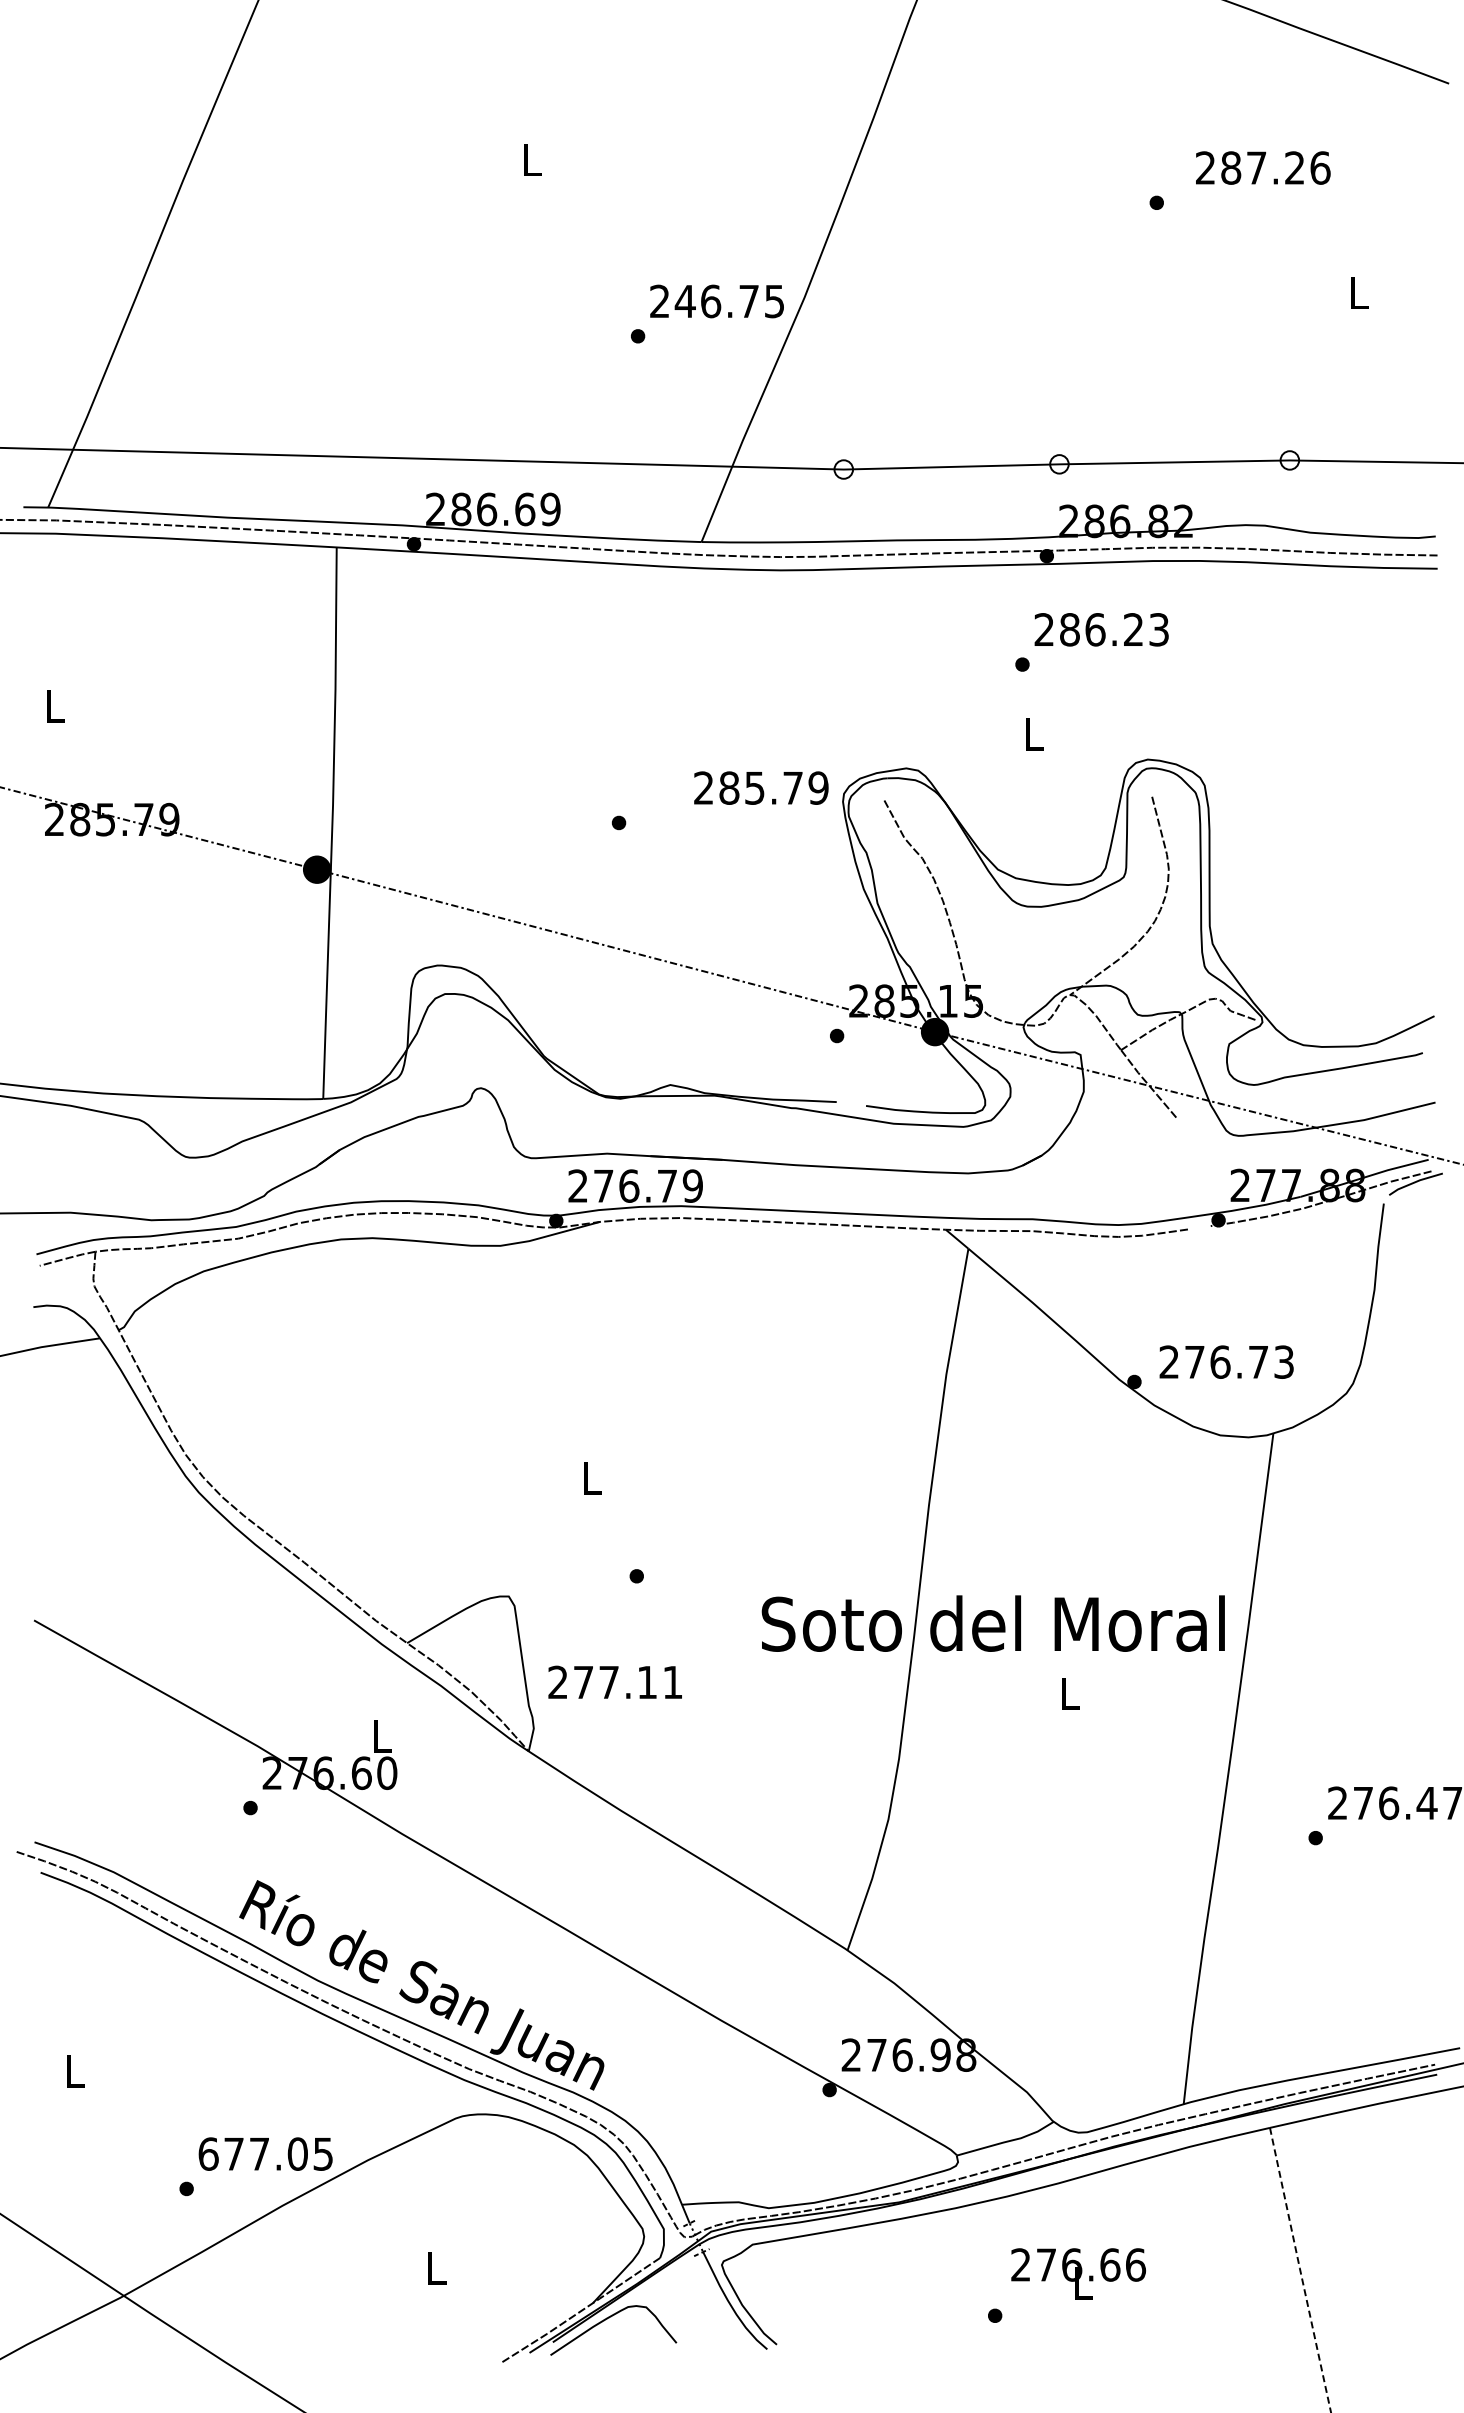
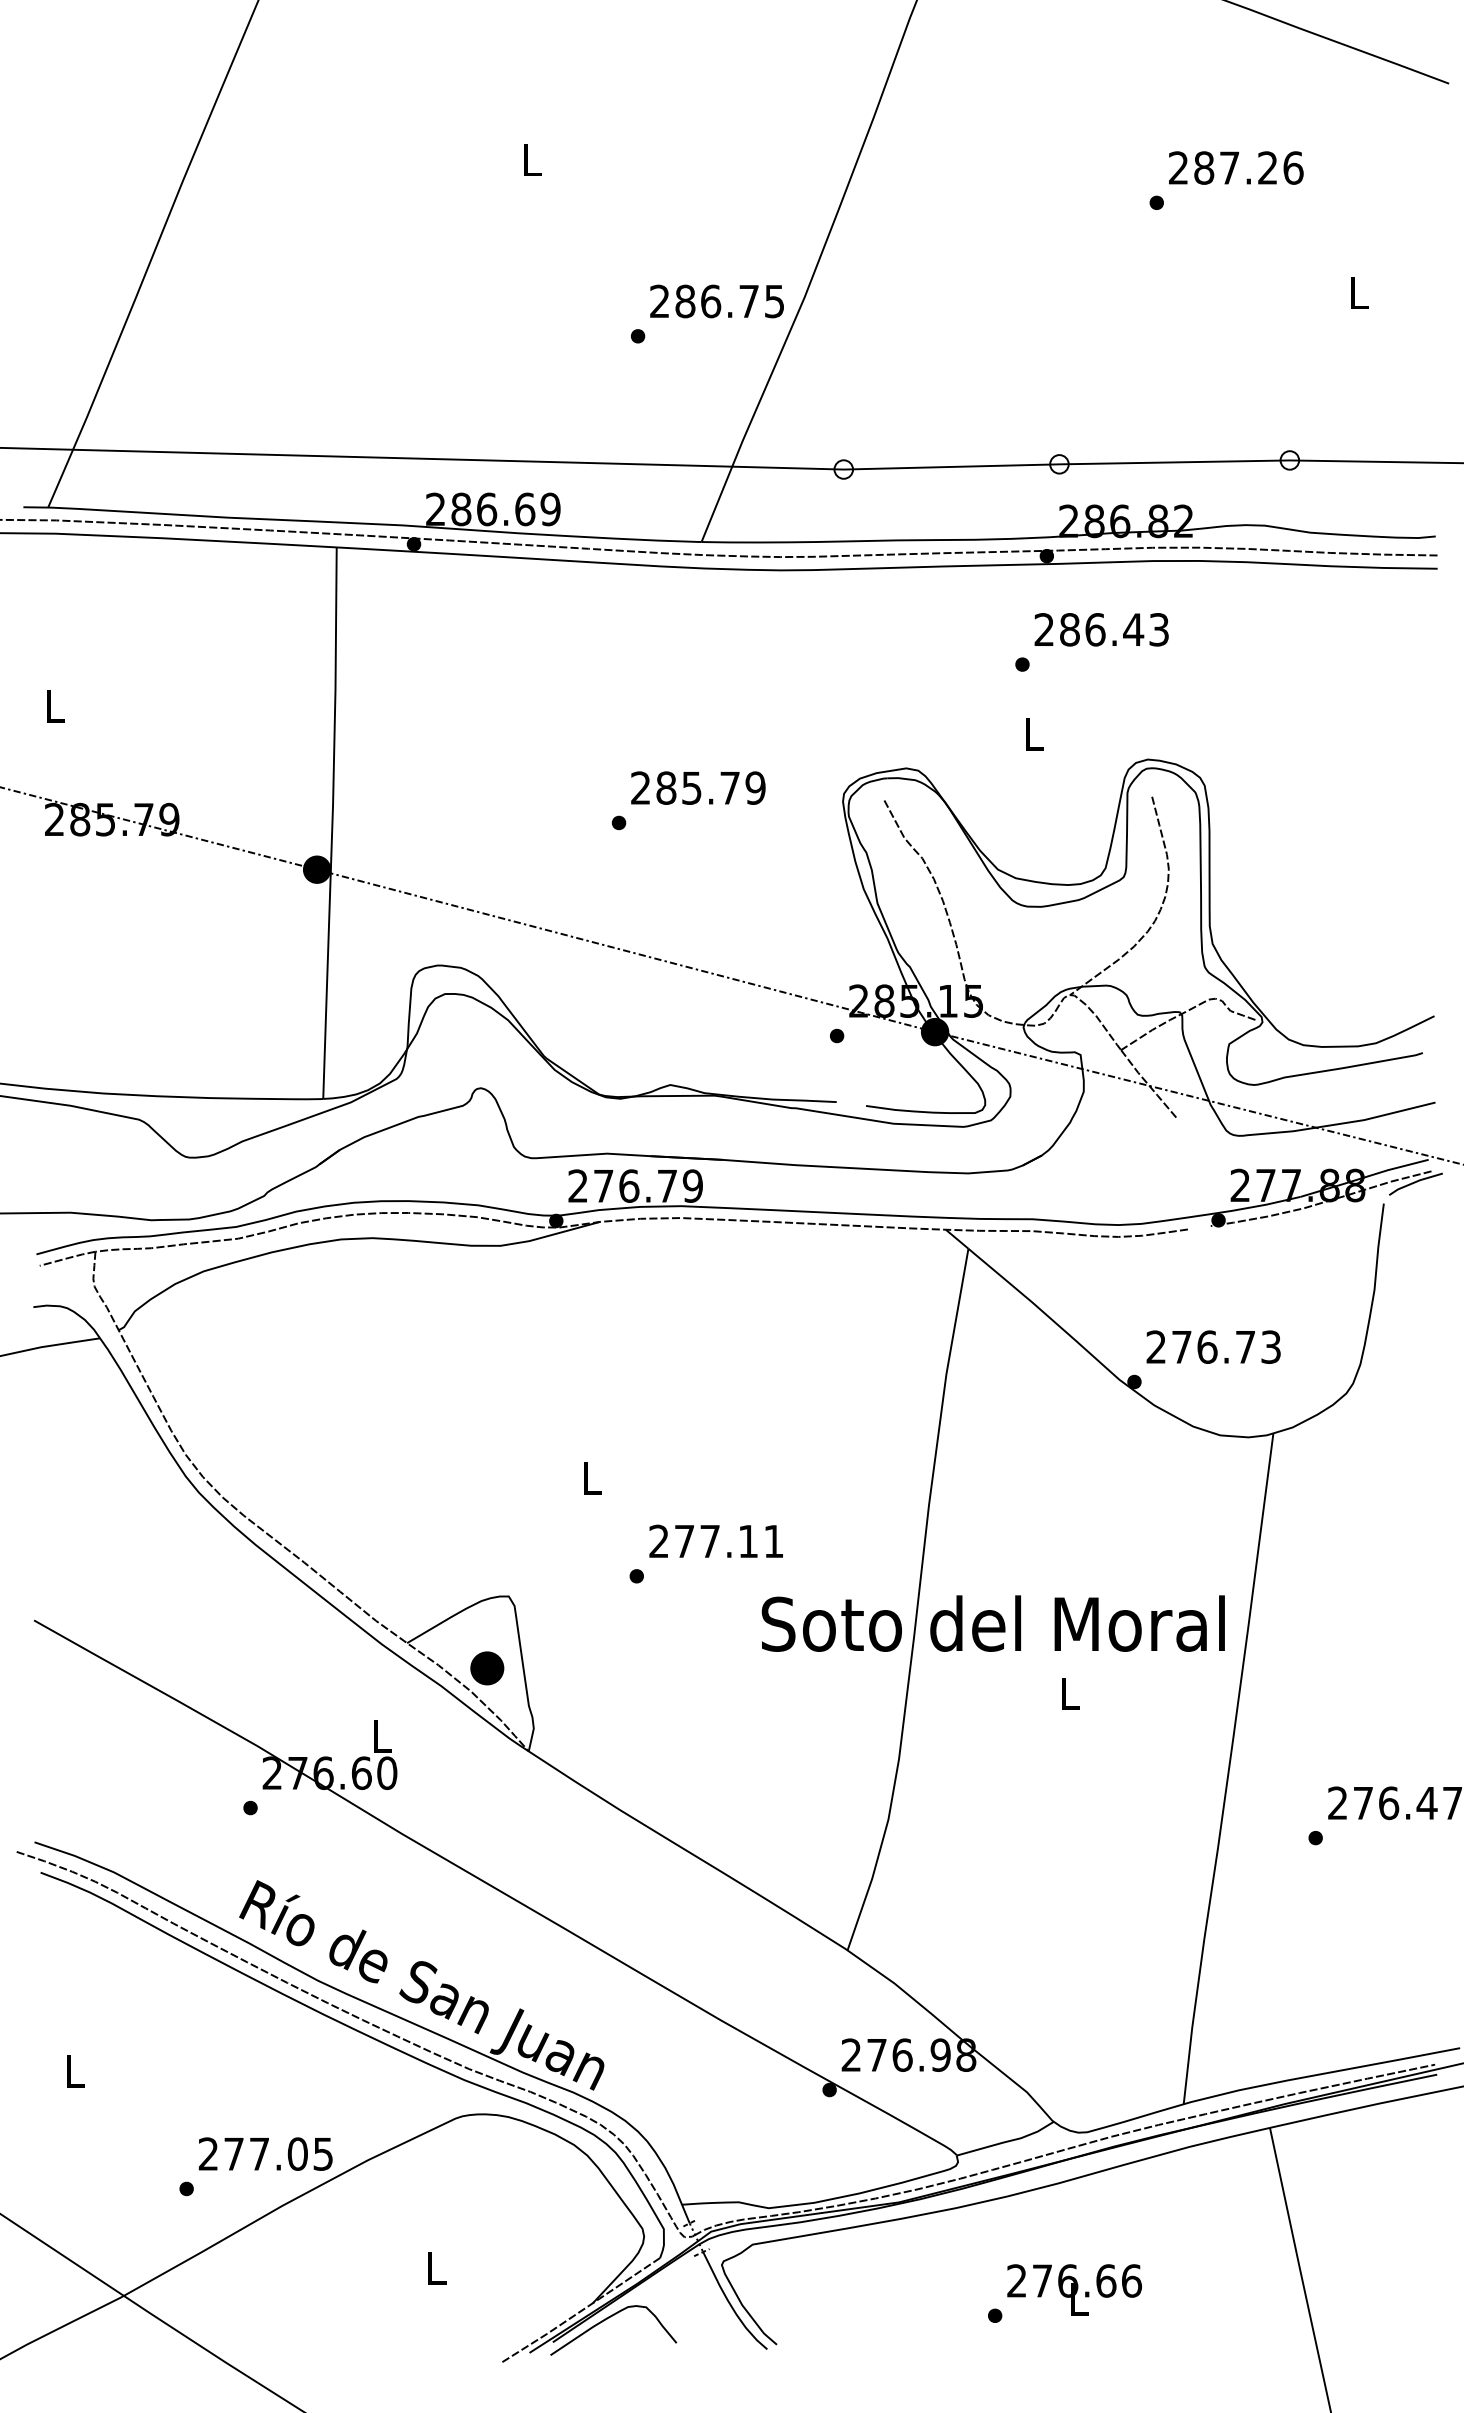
text at (1263, 167) position: (1263, 167) -> (1236, 167)
text at (684, 301): 246.75 -> 286.75
text at (1133, 629): 286.23 -> 286.43
text at (761, 787) position: (761, 787) -> (698, 787)
text at (1226, 1361) position: (1226, 1361) -> (1213, 1346)
part at (487, 1668): none -> present
text at (614, 1681) position: (614, 1681) -> (715, 1540)
text at (208, 2153): 677.05 -> 277.05
line at (1300, 2270): dashed -> solid
text at (1078, 2273) position: (1078, 2273) -> (1074, 2289)
